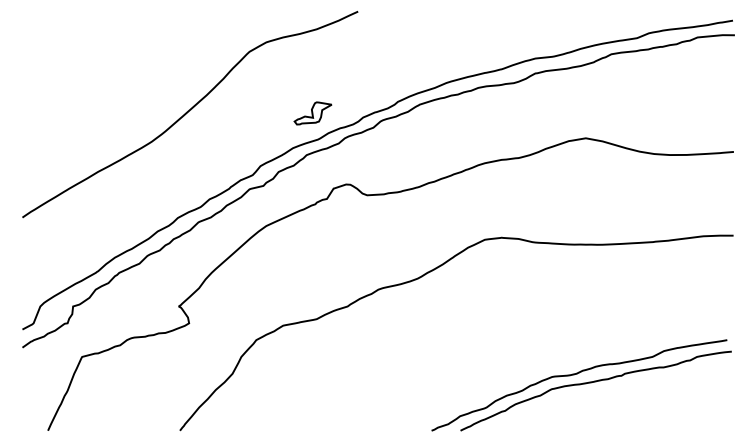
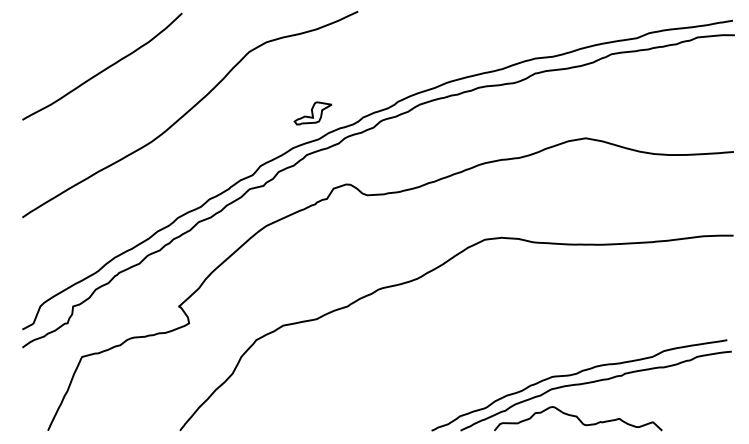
curve at (104, 68): none -> present
curve at (578, 418): none -> present
